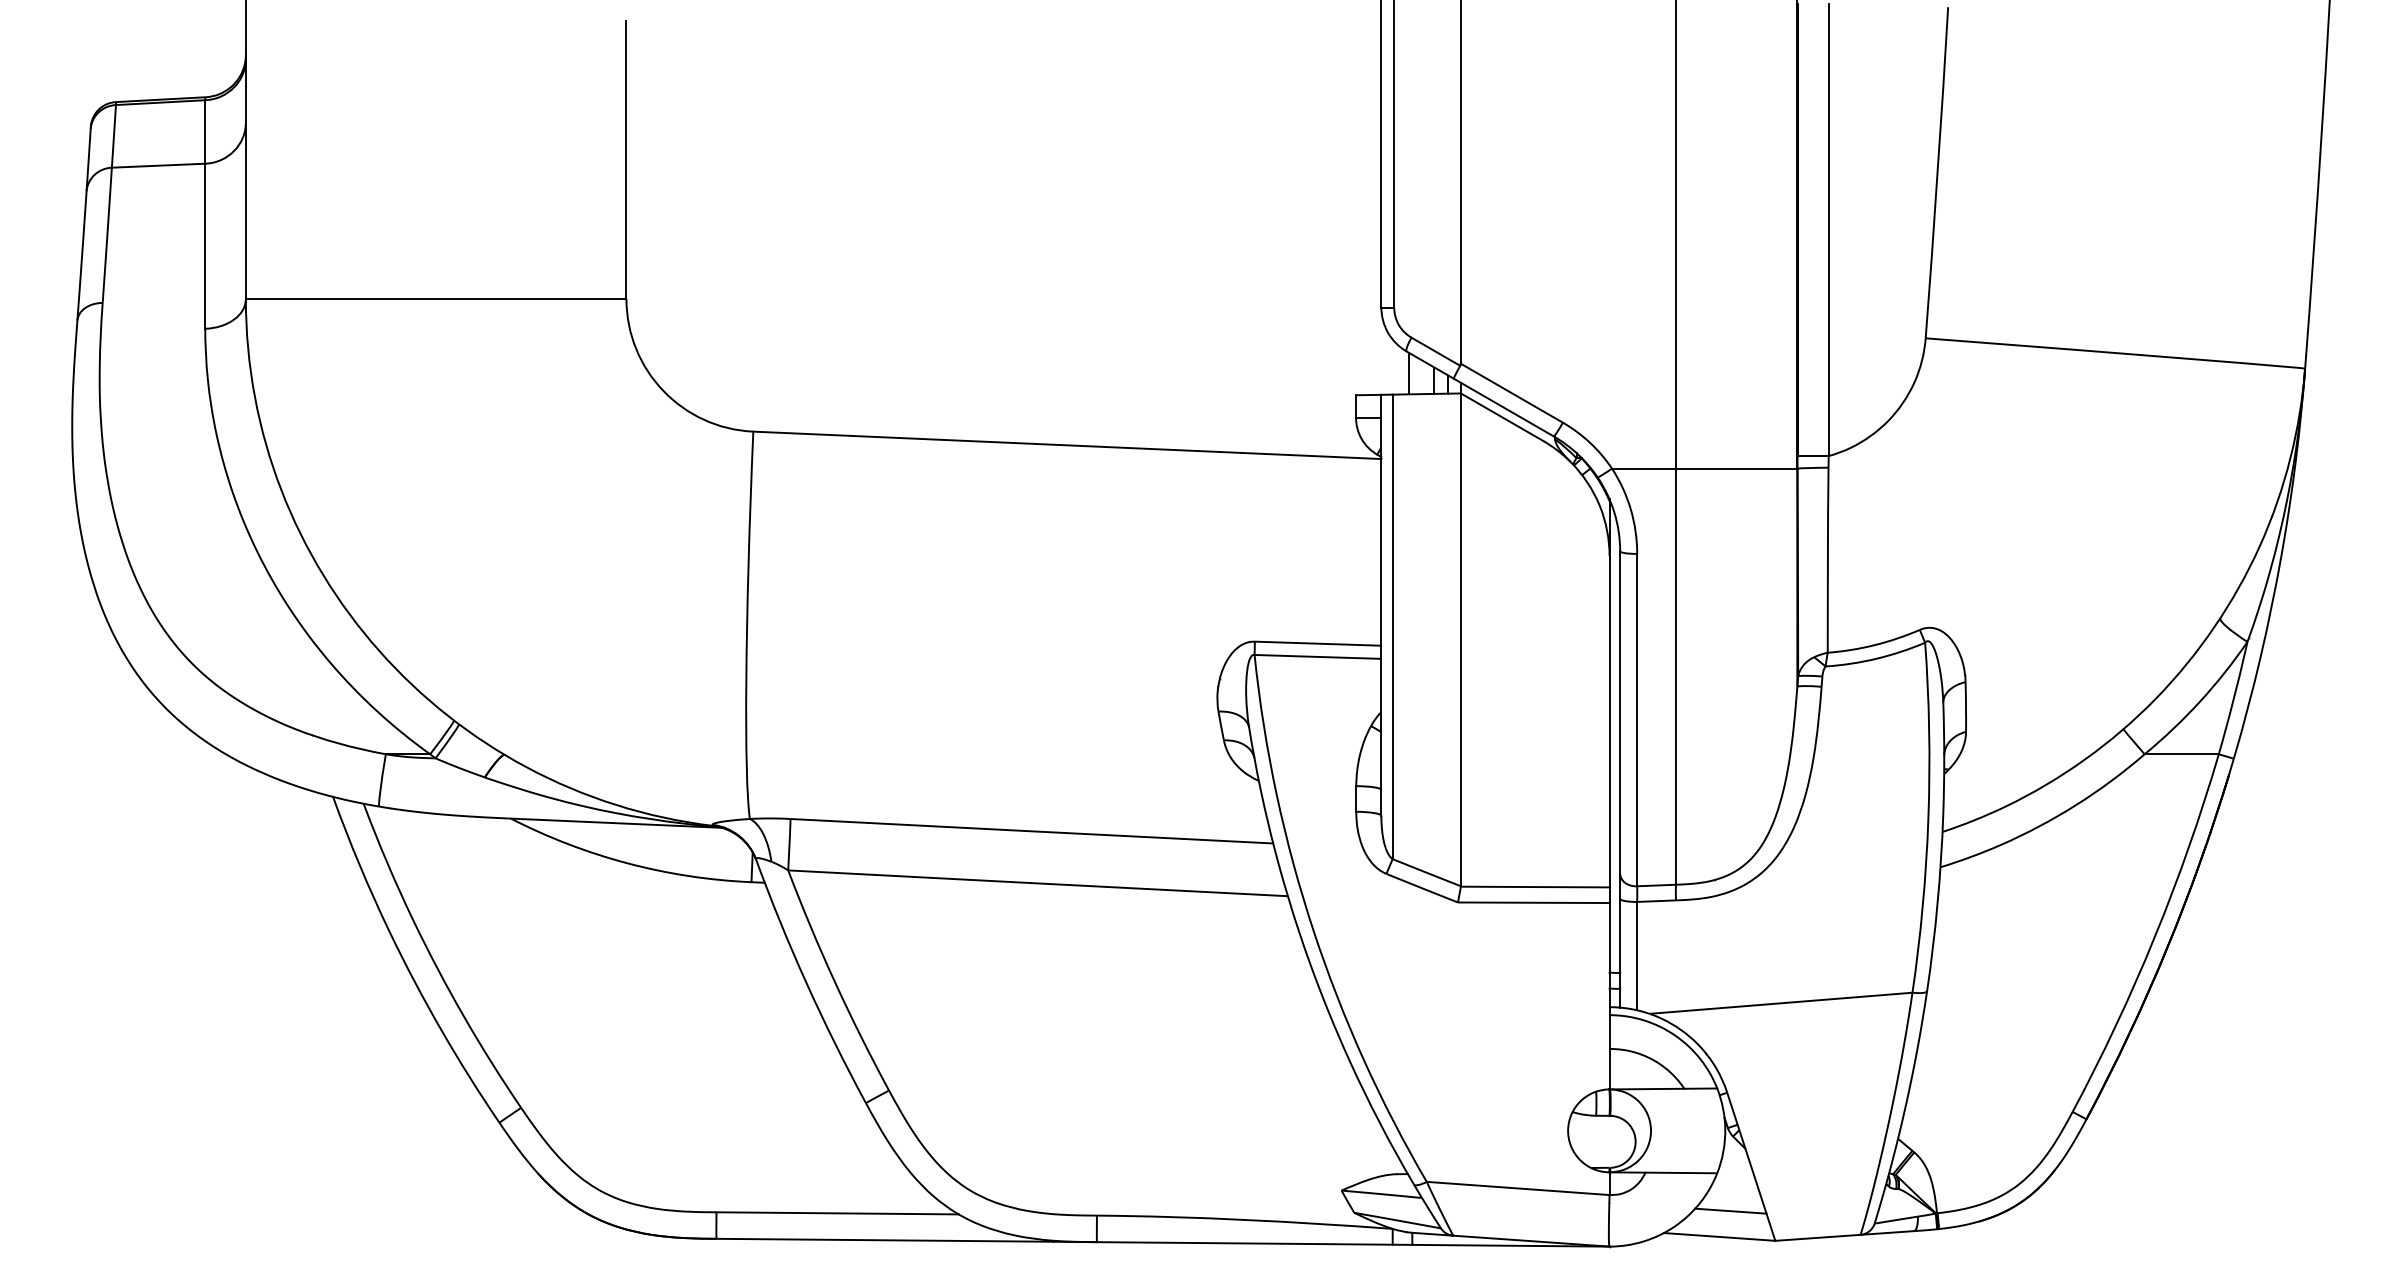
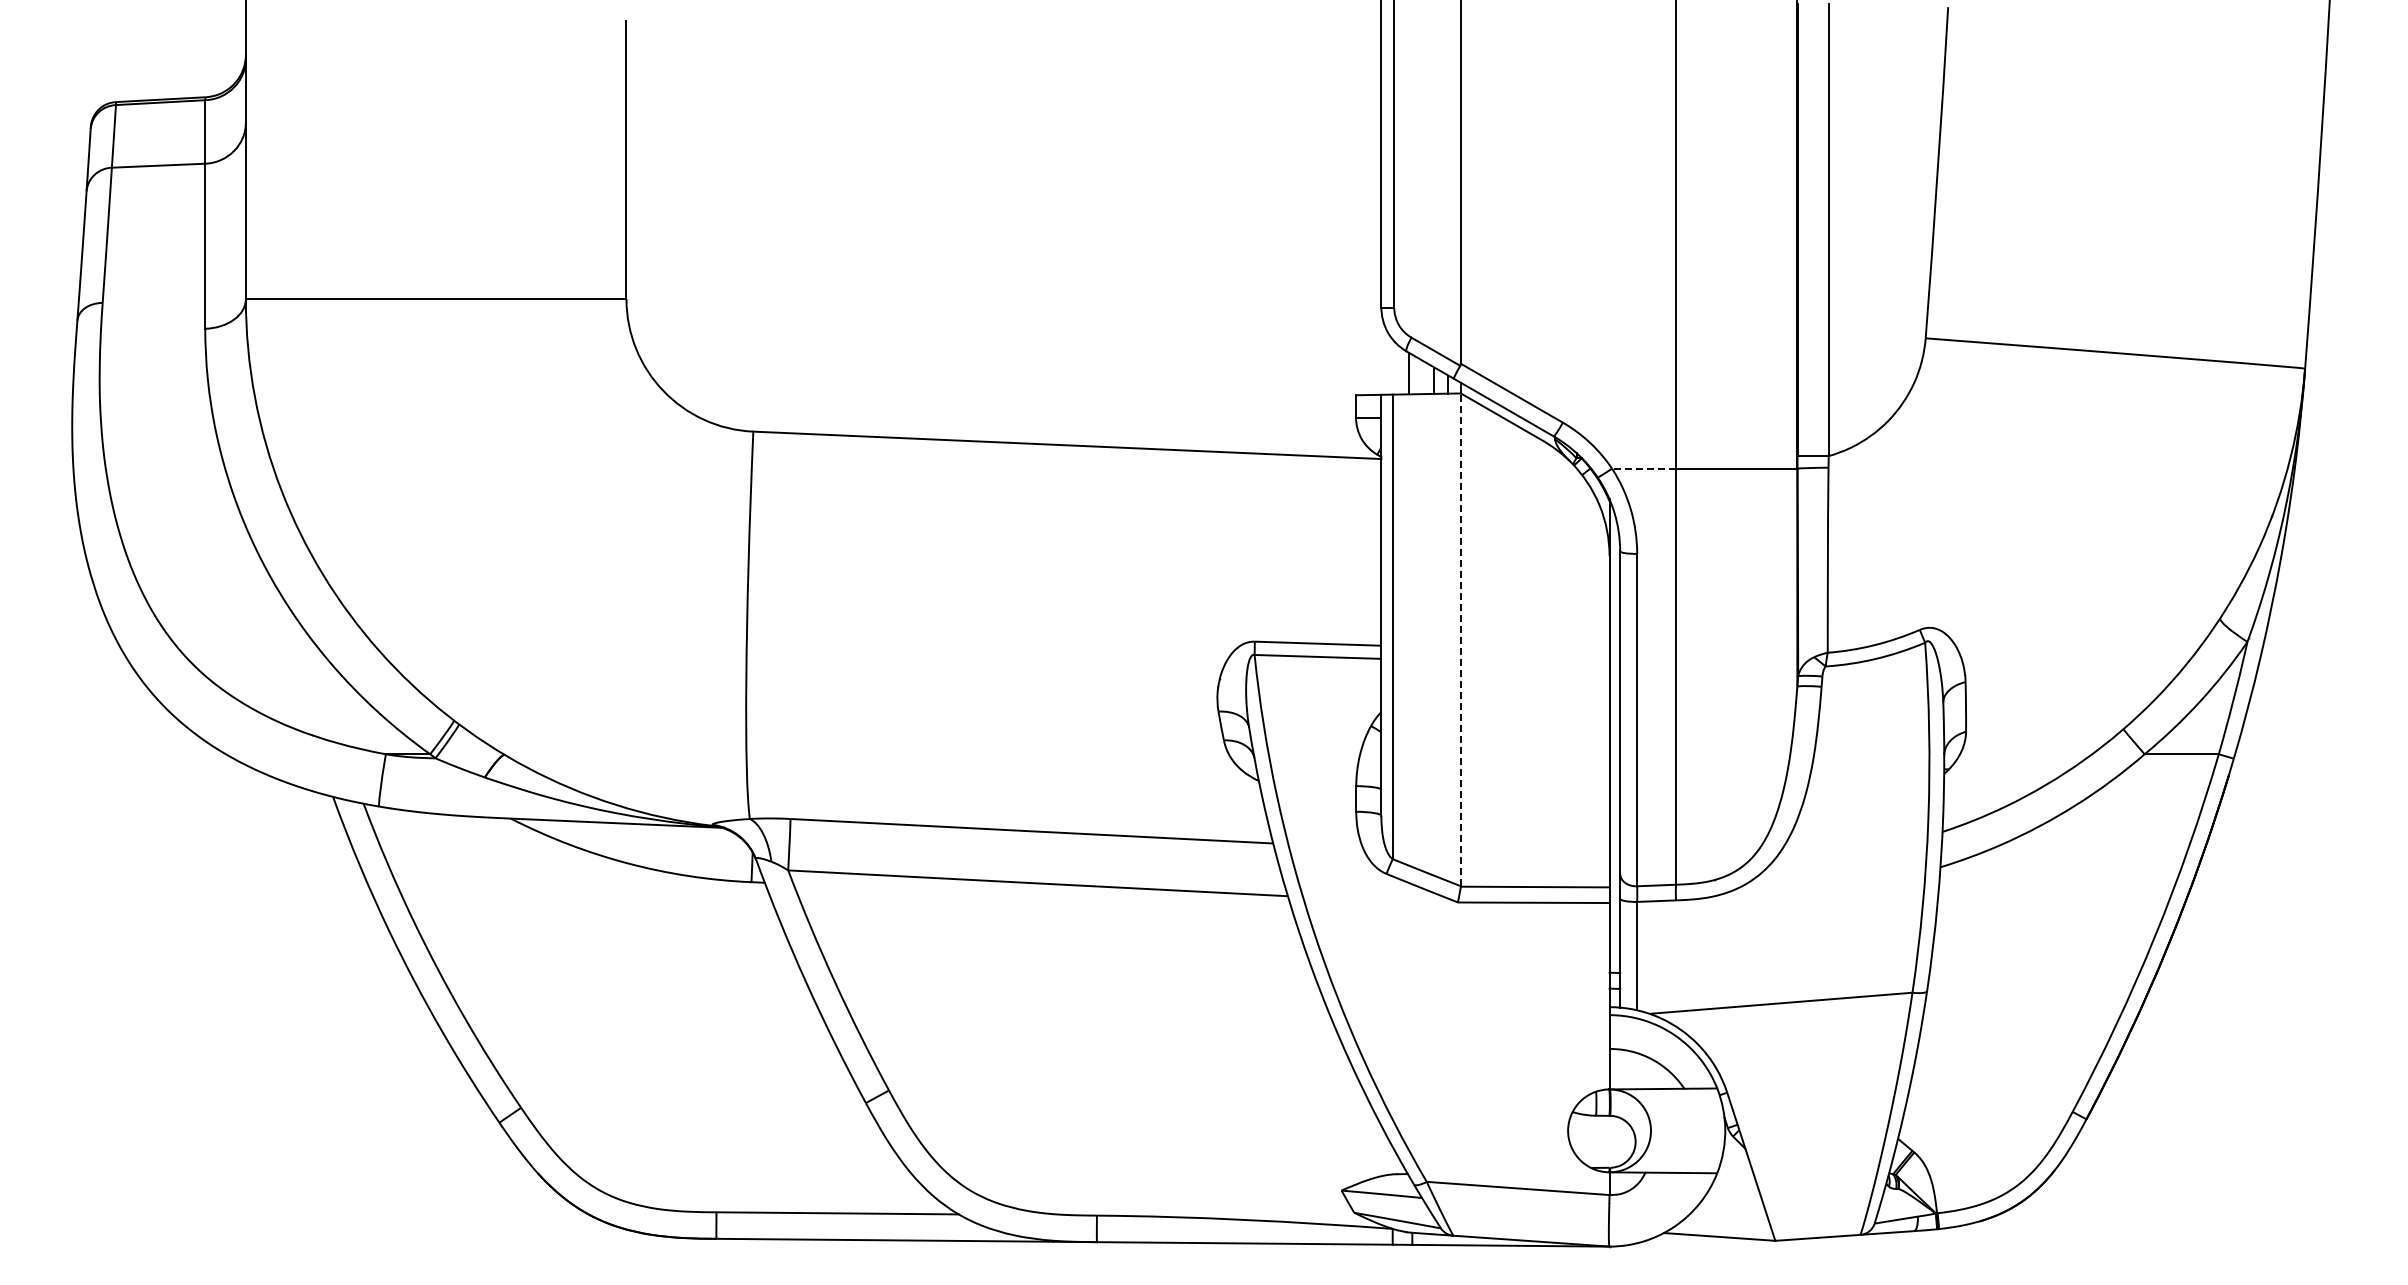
line at (1644, 468): solid -> dashed
line at (1460, 639): solid -> dashed
line at (1730, 1210): present -> none
